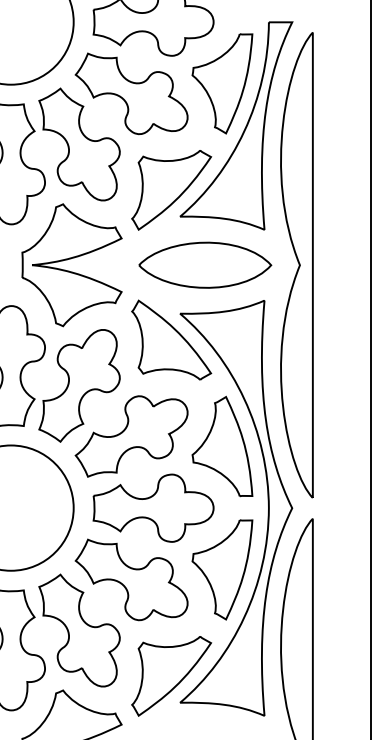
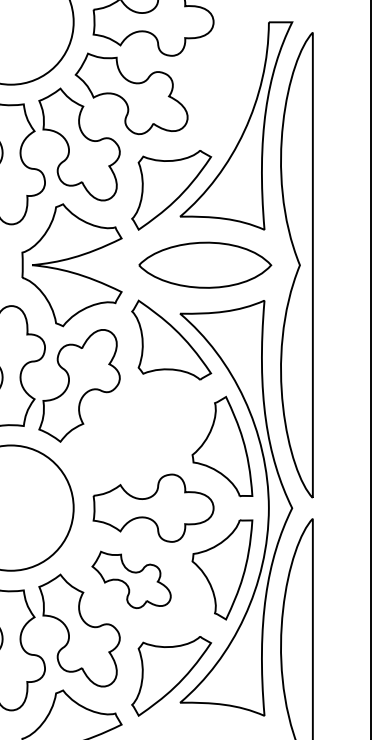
part at (222, 83): present -> none
part at (131, 436): present -> none
part at (131, 579) size: 115x84 px -> 81x59 px
